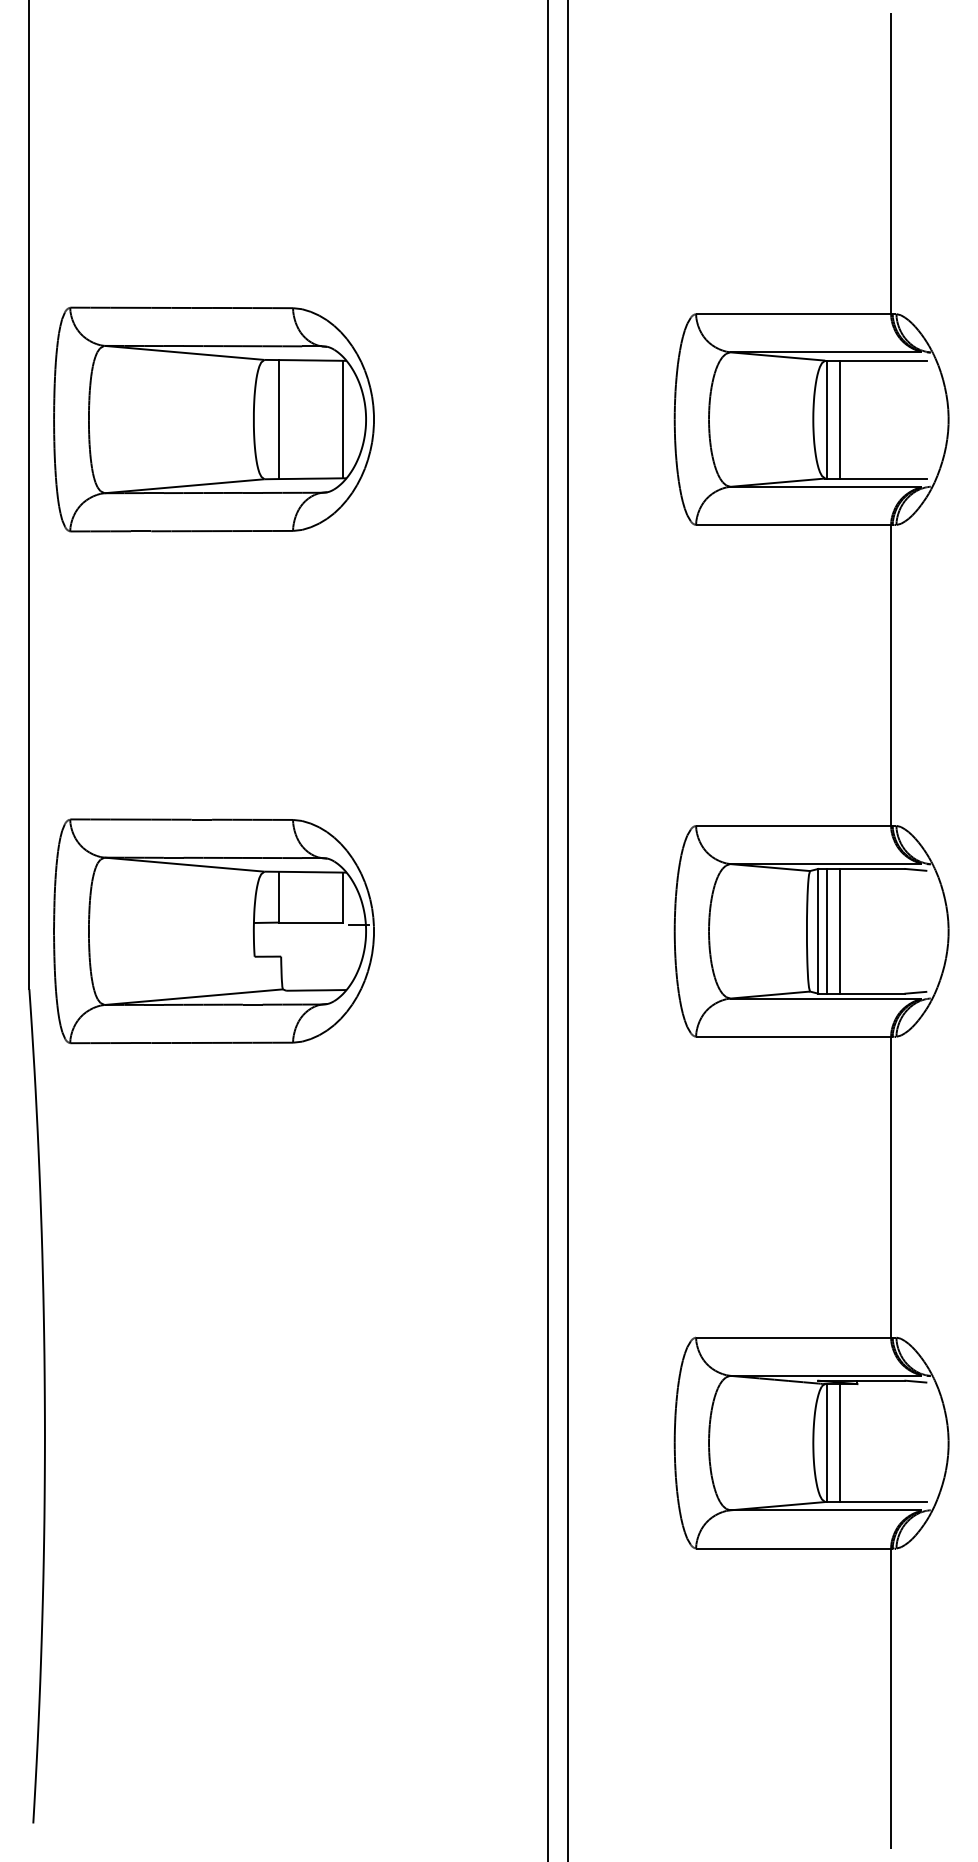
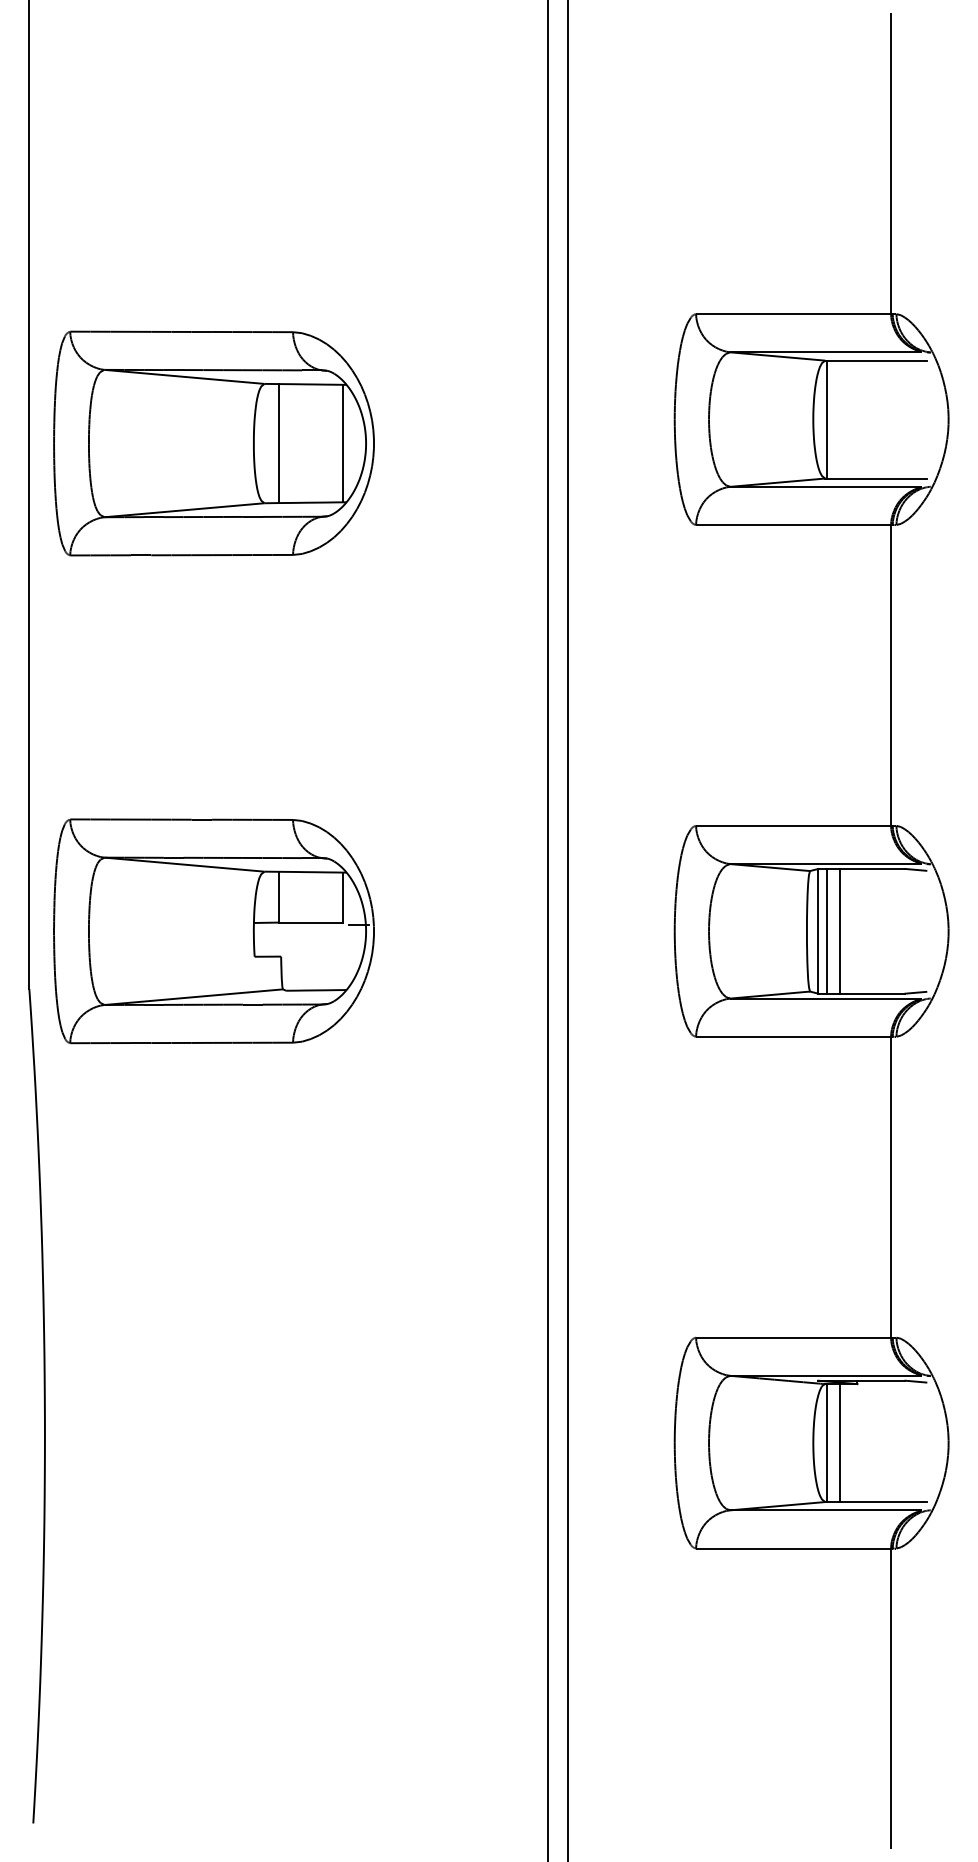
part at (213, 419) position: (213, 419) -> (213, 443)
line at (840, 419): present -> none
